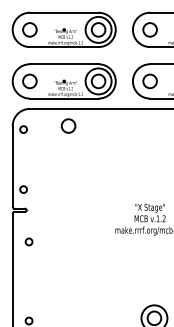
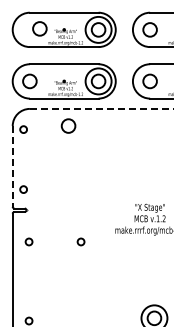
circle at (29, 29) position: (29, 29) -> (39, 28)
line at (101, 108): solid -> dashed
line at (12, 166): solid -> dashed
circle at (80, 241): none -> present
